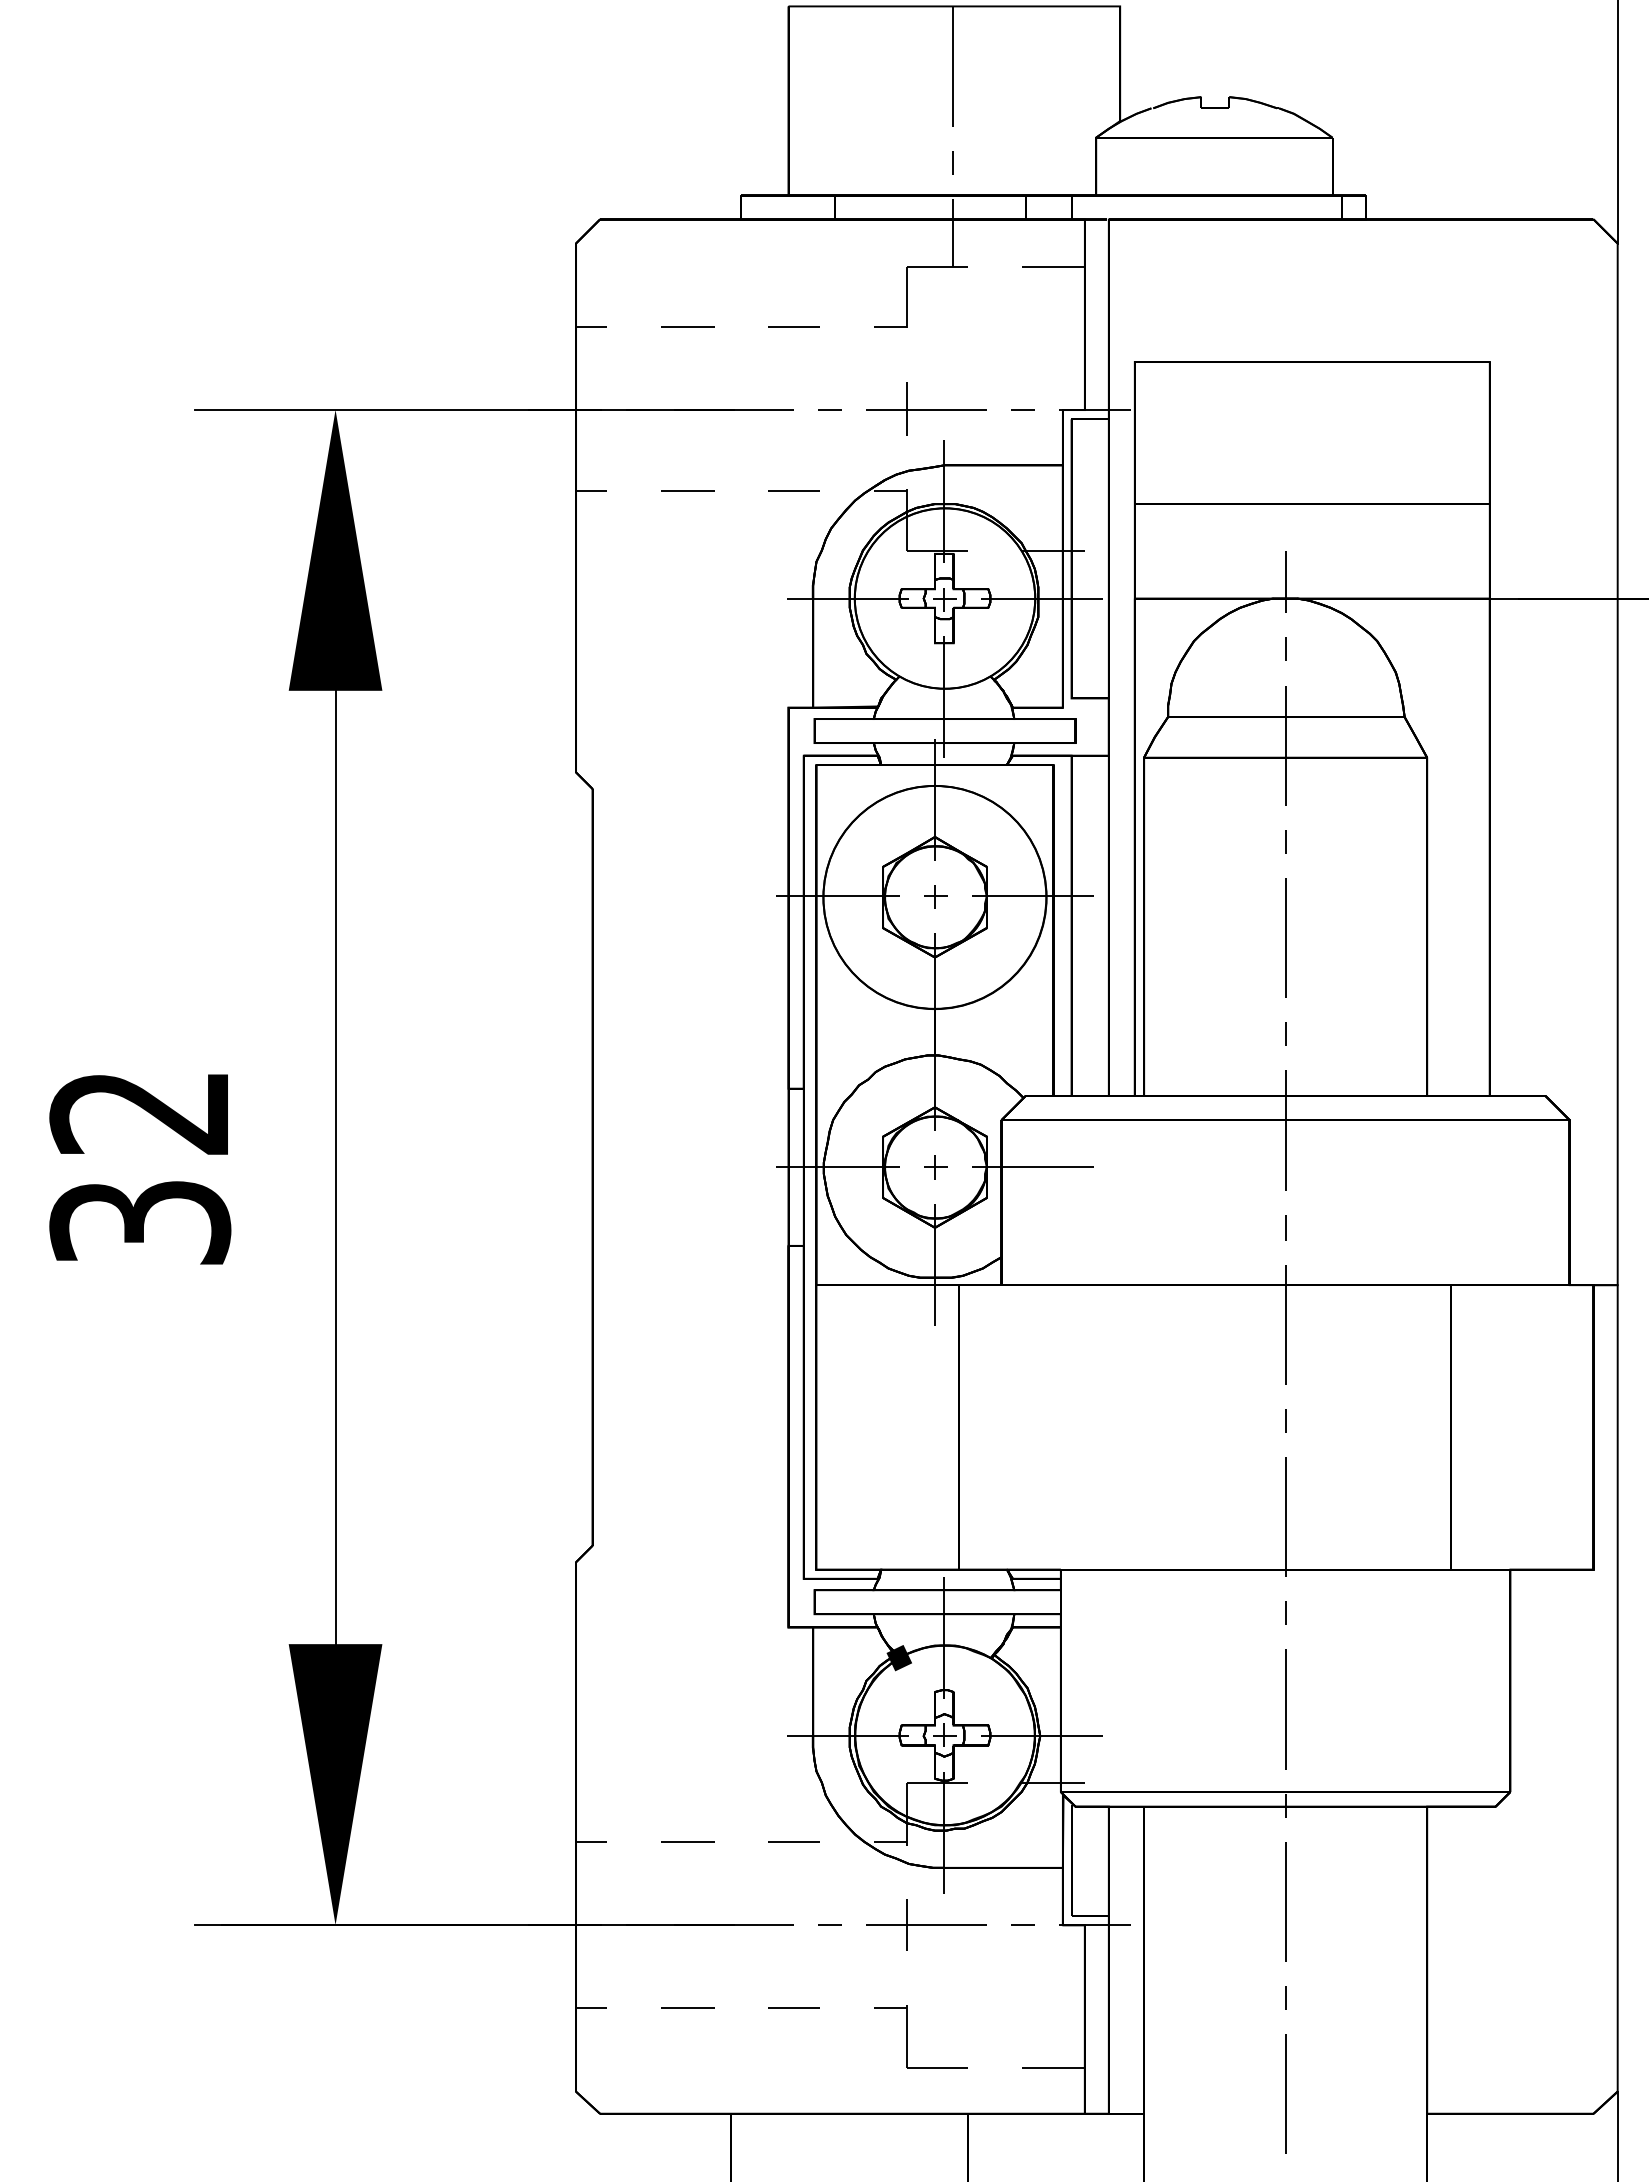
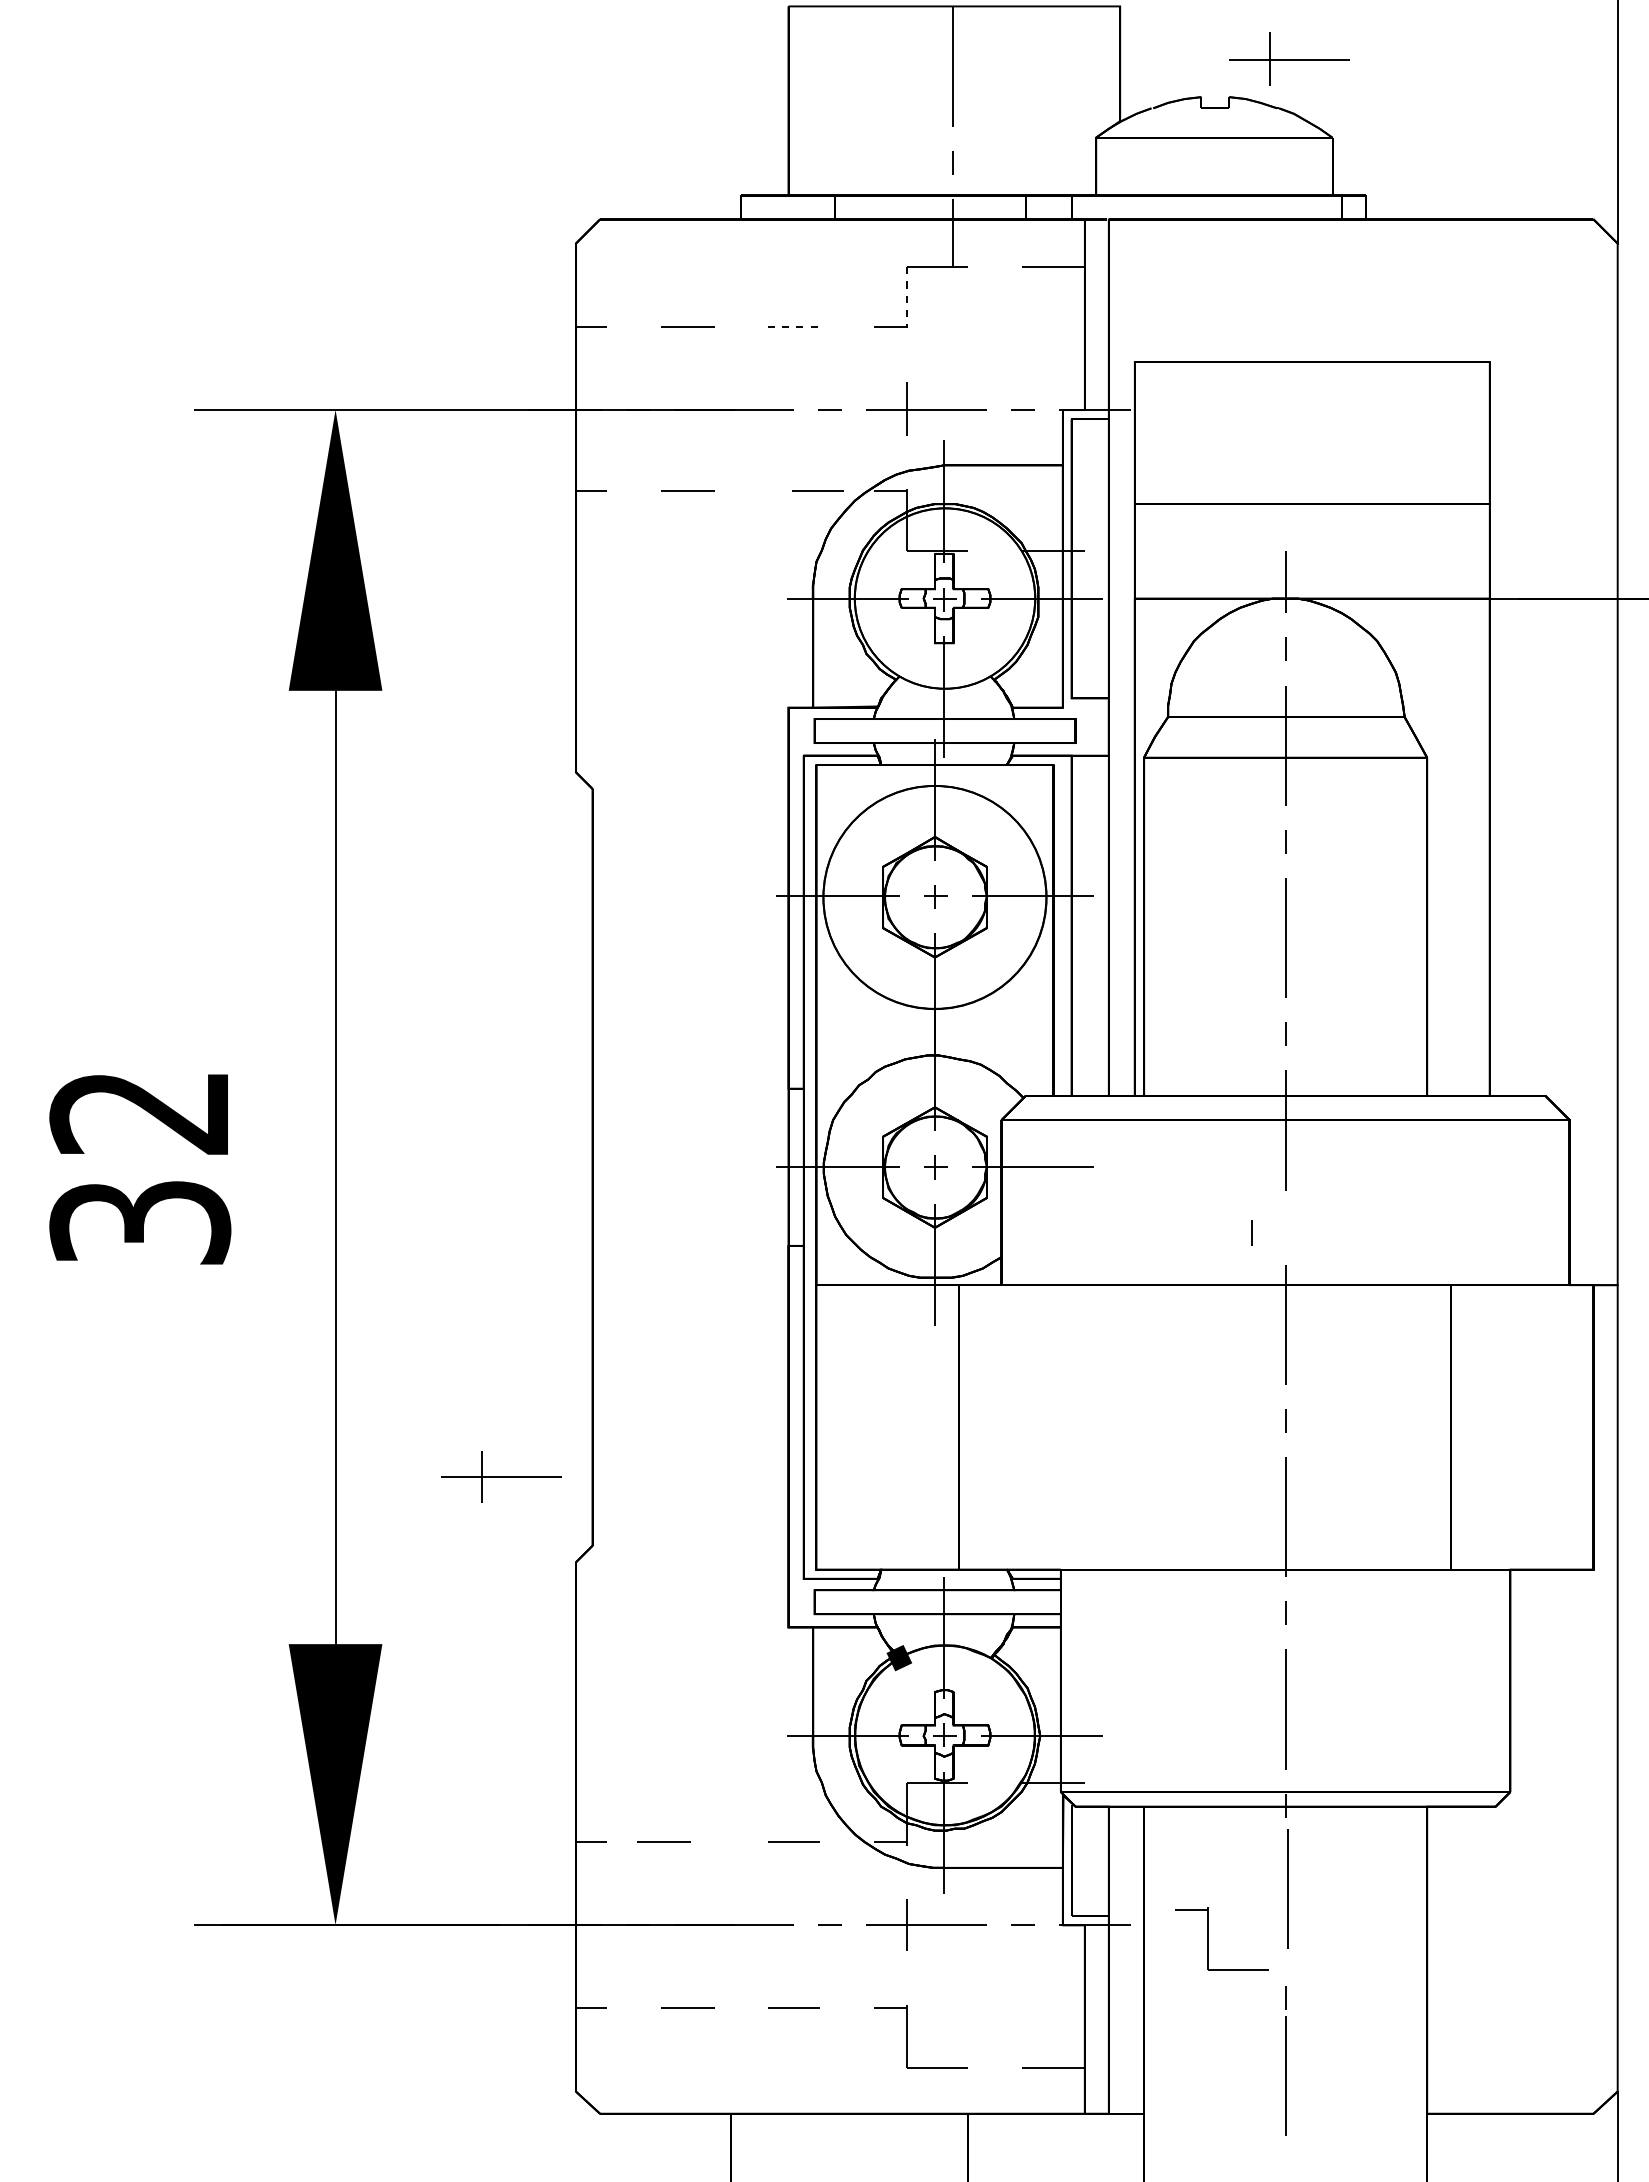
part at (1289, 58): none -> present
line at (907, 297): solid -> dashed
line at (794, 326): solid -> dashed
line at (793, 490) position: (793, 490) -> (817, 490)
line at (1285, 1227) position: (1285, 1227) -> (1251, 1232)
part at (501, 1476): none -> present
line at (687, 1841) position: (687, 1841) -> (663, 1841)
line at (1285, 1901) position: (1285, 1901) -> (1287, 1888)
part at (1208, 1938): none -> present
line at (1285, 2093) position: (1285, 2093) -> (1285, 2075)
